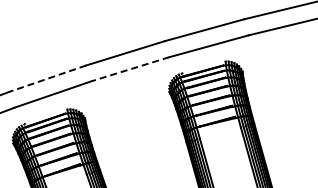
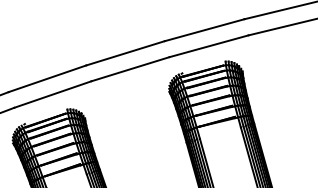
line at (130, 69): dashed -> solid
line at (47, 78): dashed -> solid
